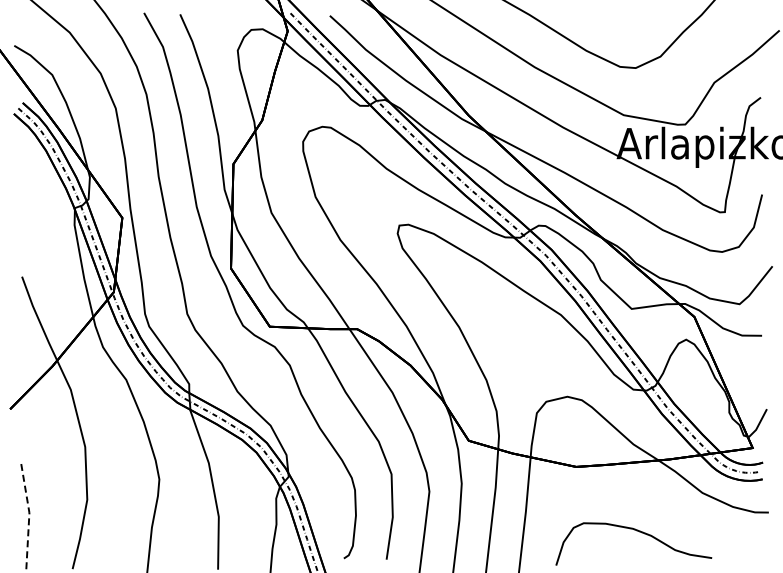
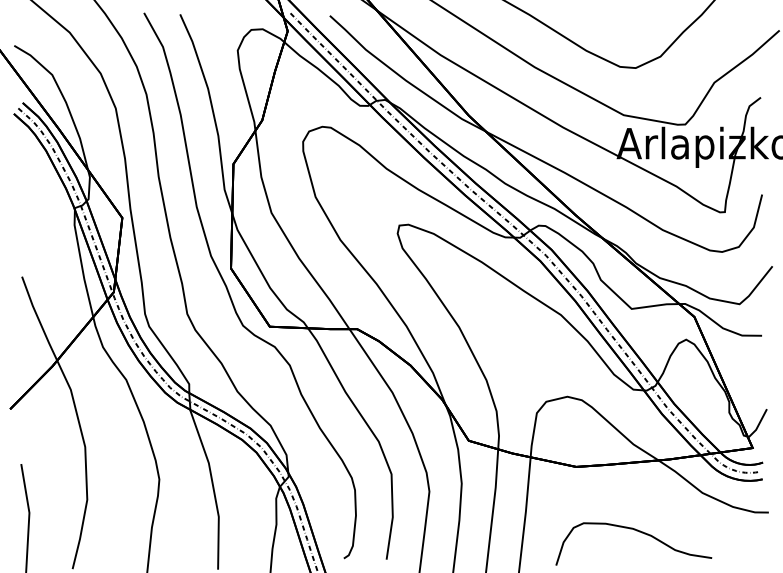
line at (29, 517): dashed -> solid
